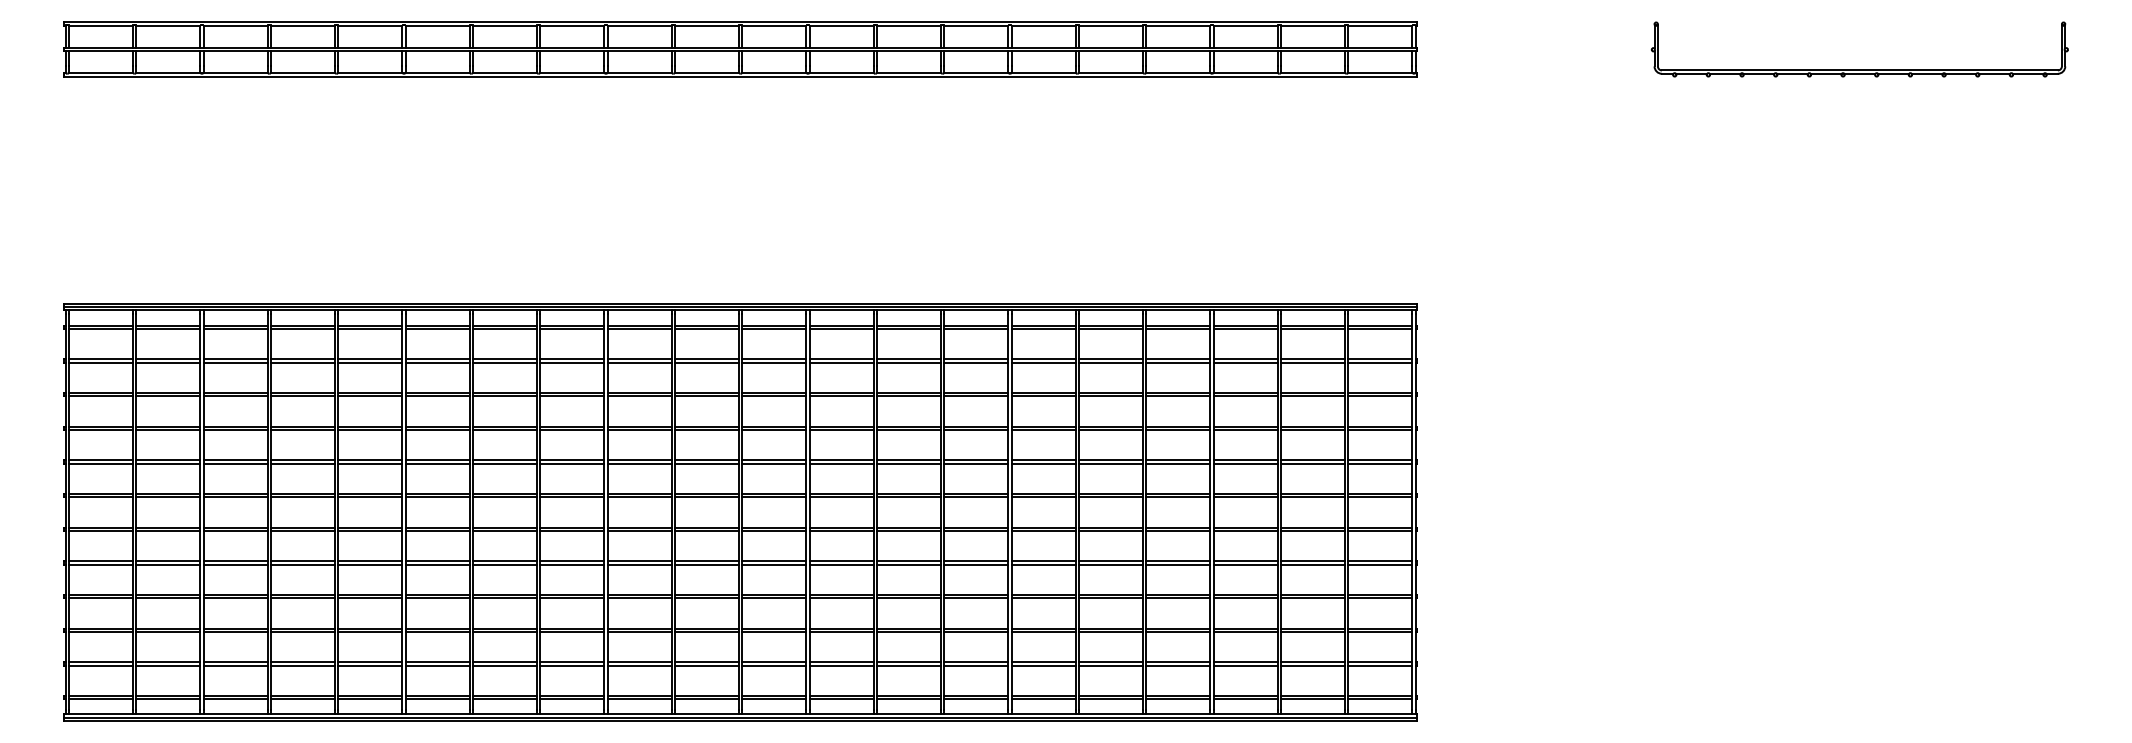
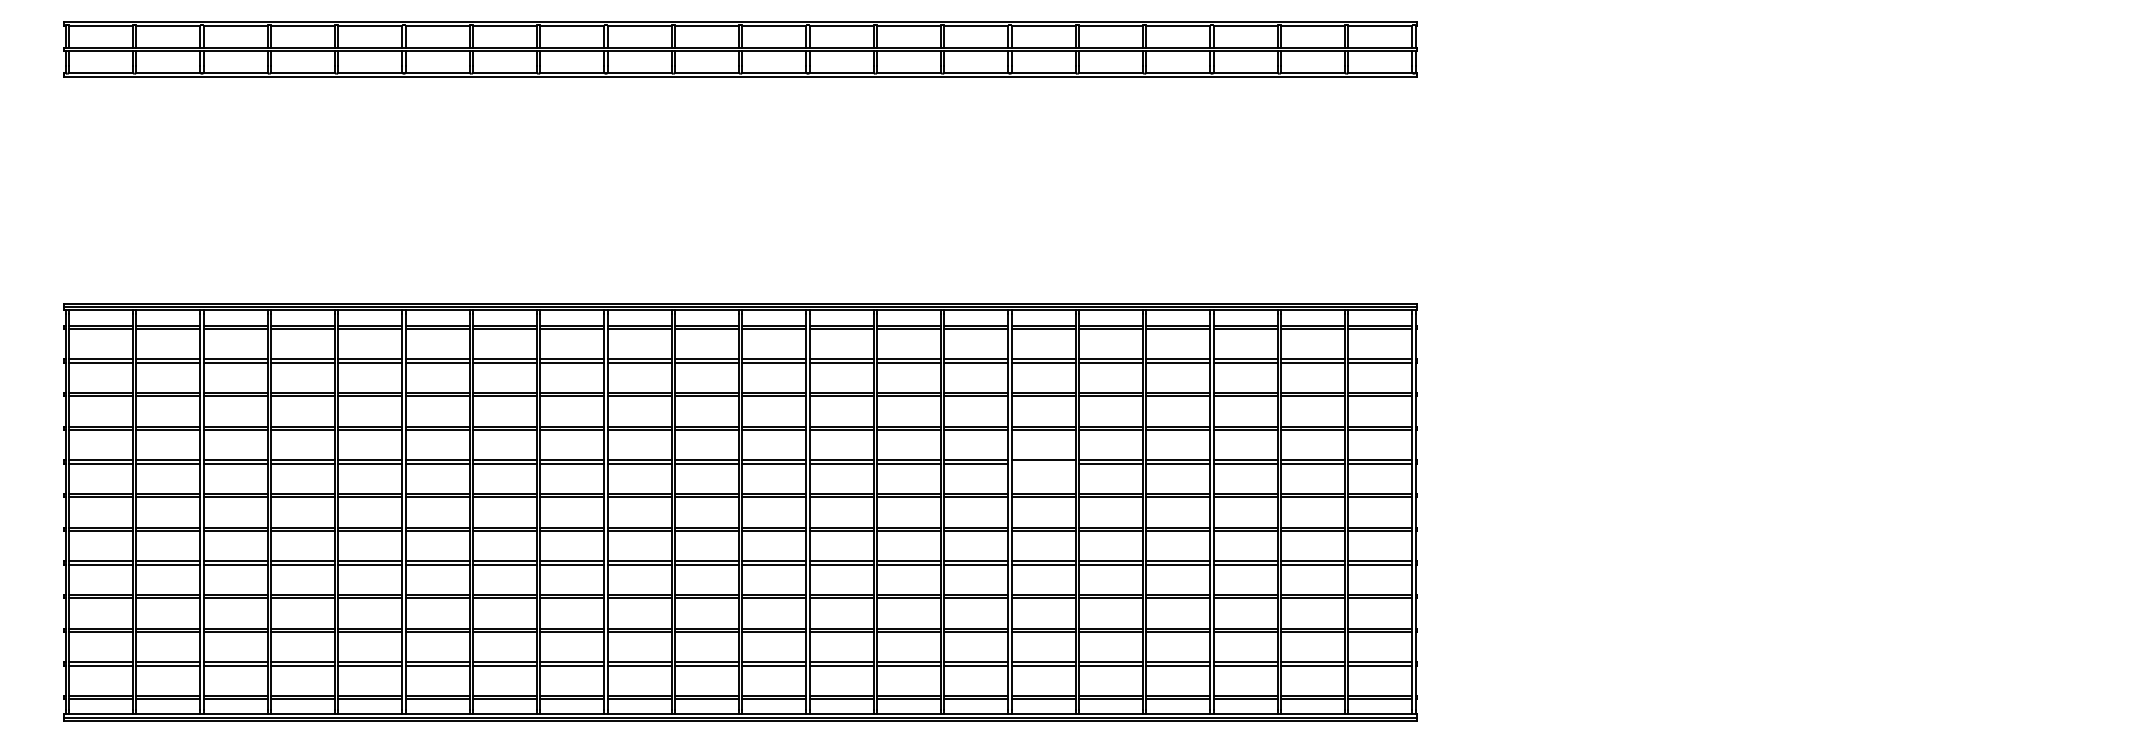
part at (1859, 69): present -> none
line at (1043, 463): present -> none
